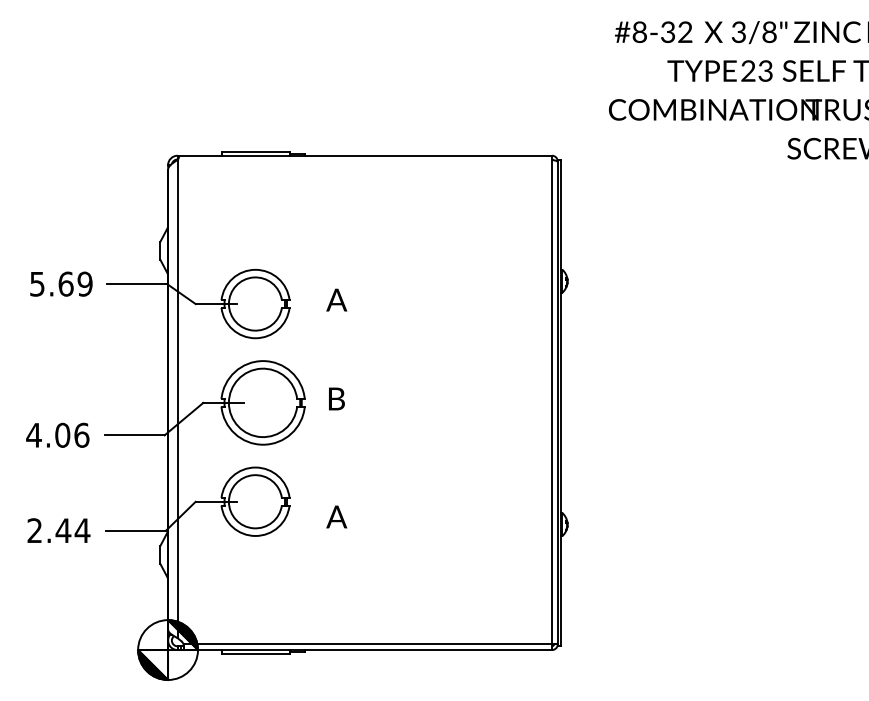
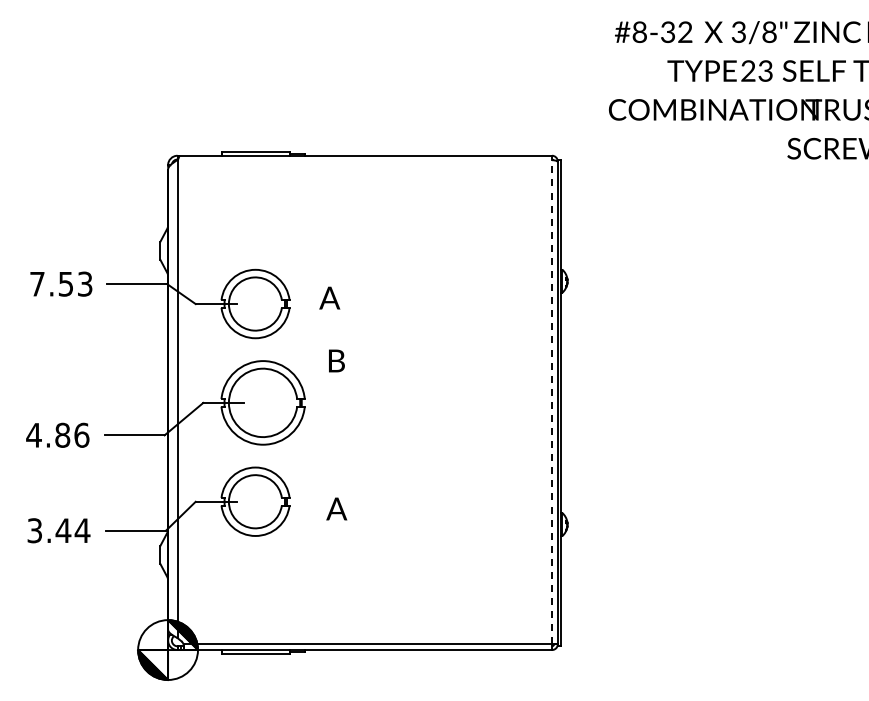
text at (61, 283): 5.69 -> 7.53
text at (336, 299) position: (336, 299) -> (329, 297)
text at (336, 398) position: (336, 398) -> (336, 360)
line at (552, 401): solid -> dashed
text at (62, 435): 4.06 -> 4.86
text at (336, 516) position: (336, 516) -> (336, 508)
text at (34, 530): 2.44 -> 3.44
